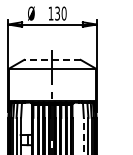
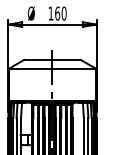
text at (57, 13): 130 -> 160
line at (51, 59): dashed -> solid
line at (83, 135): dashed -> solid
